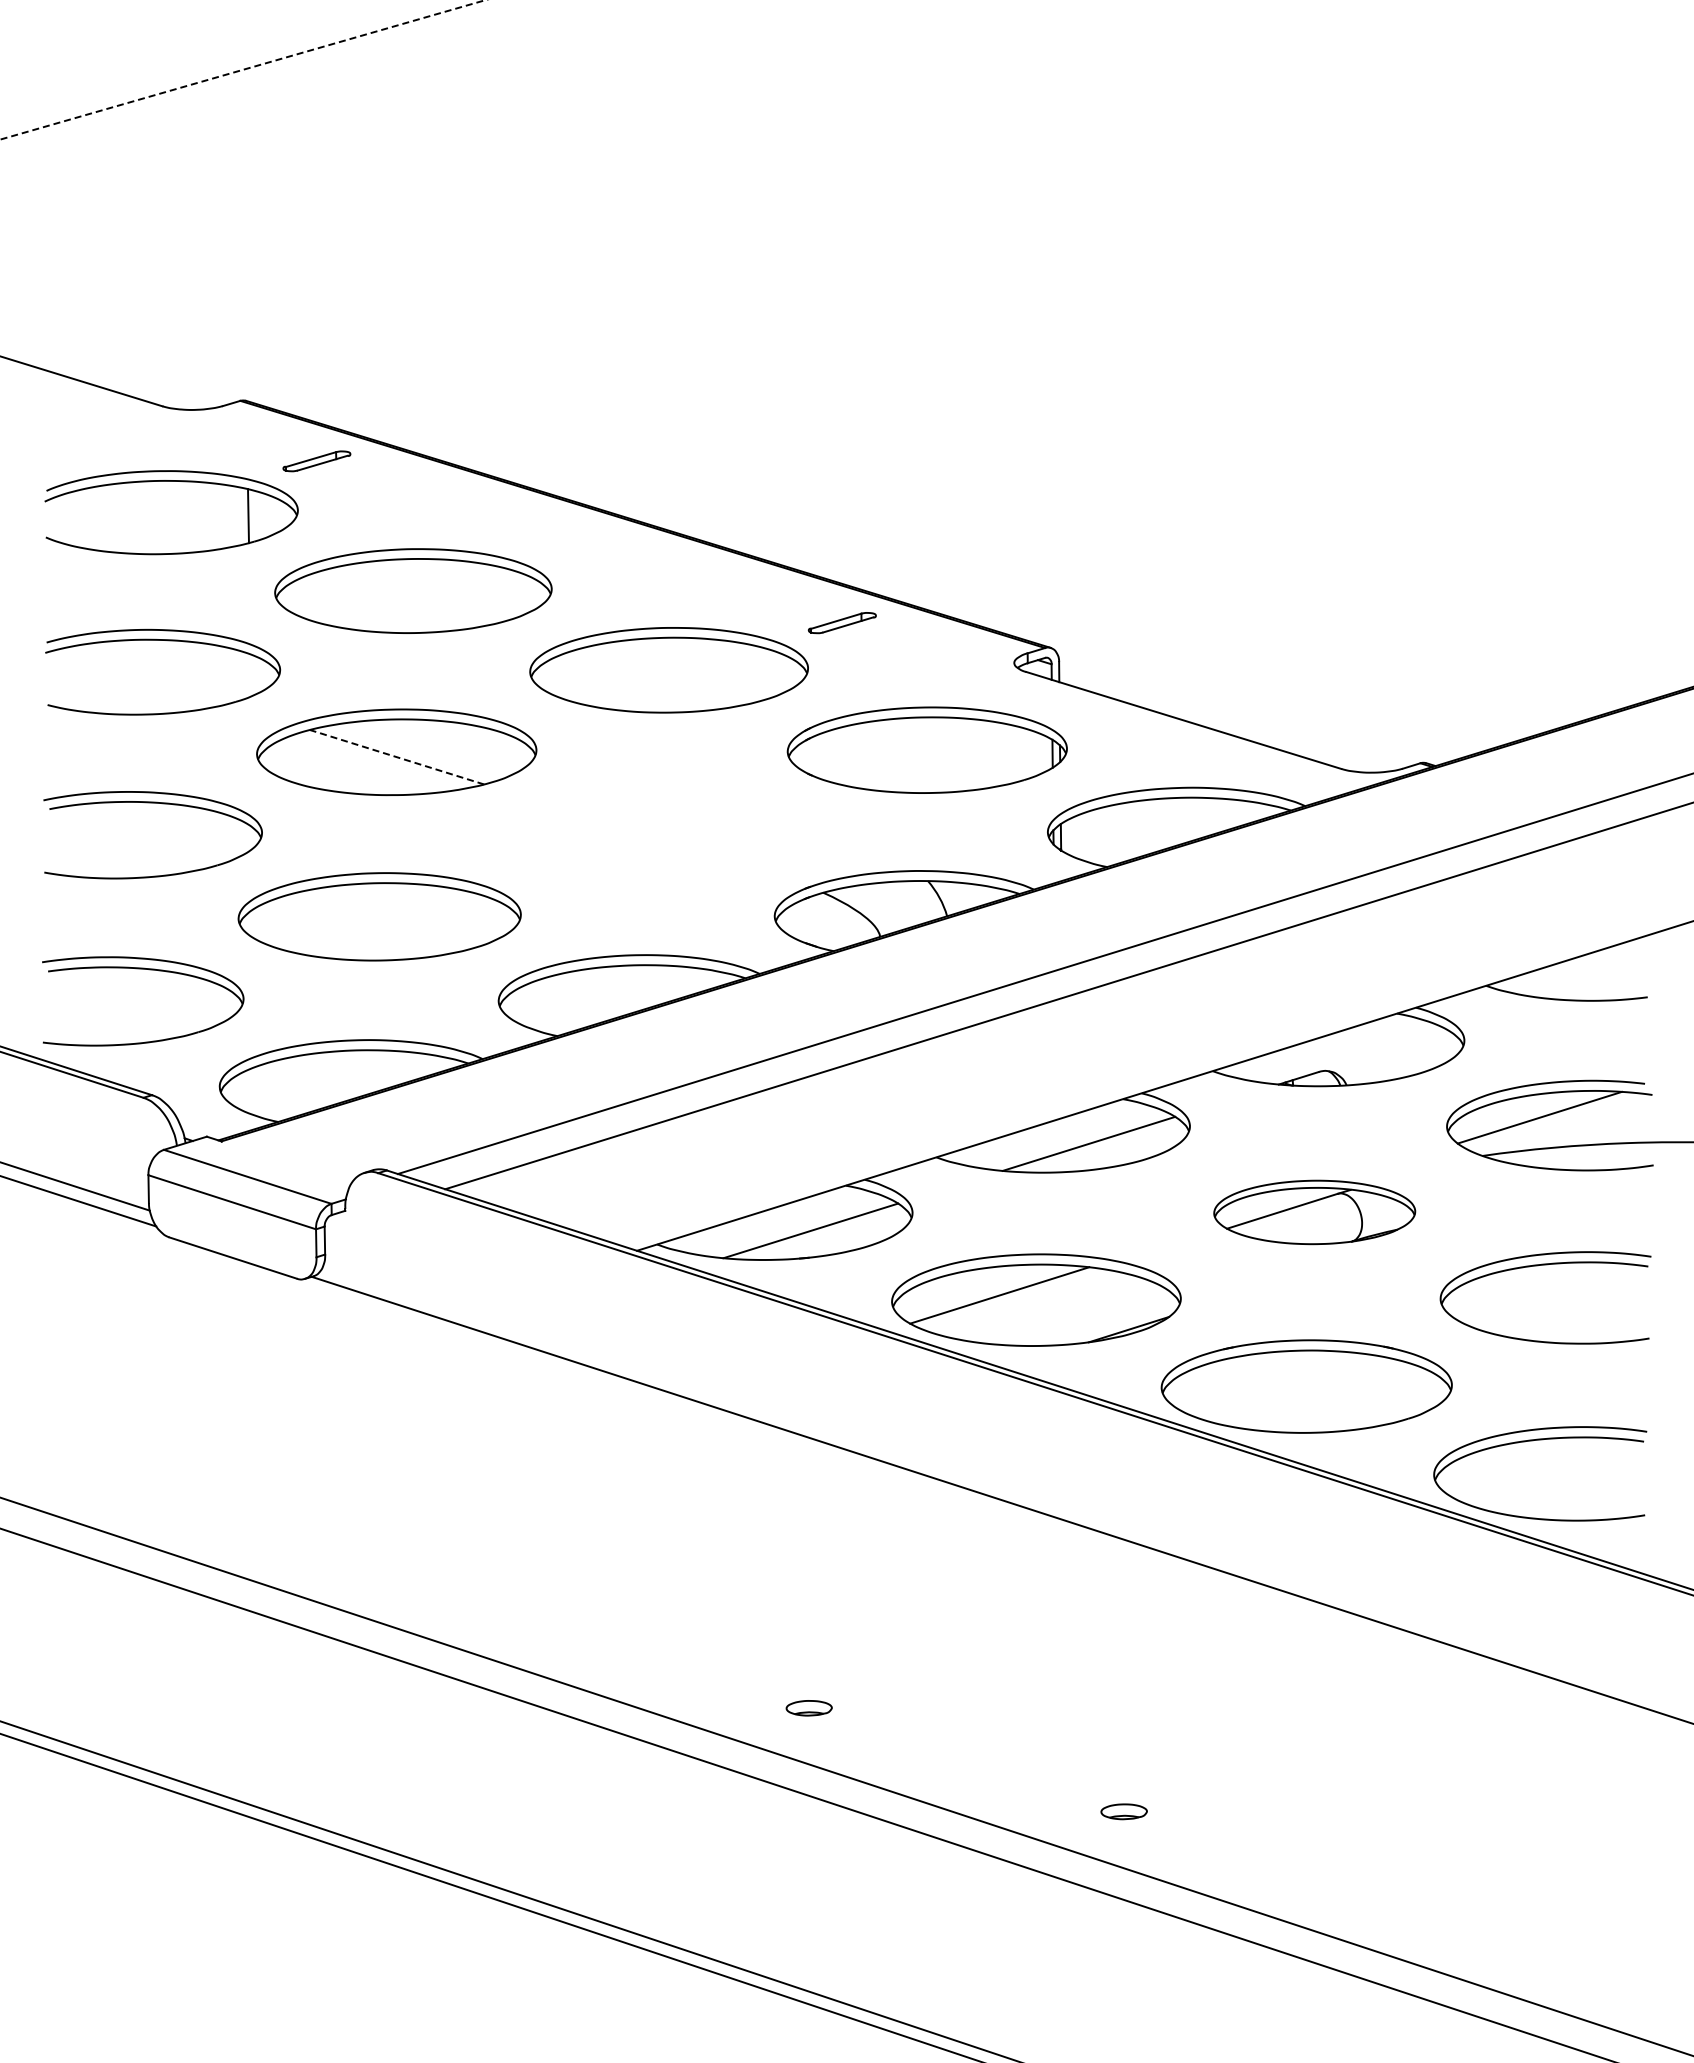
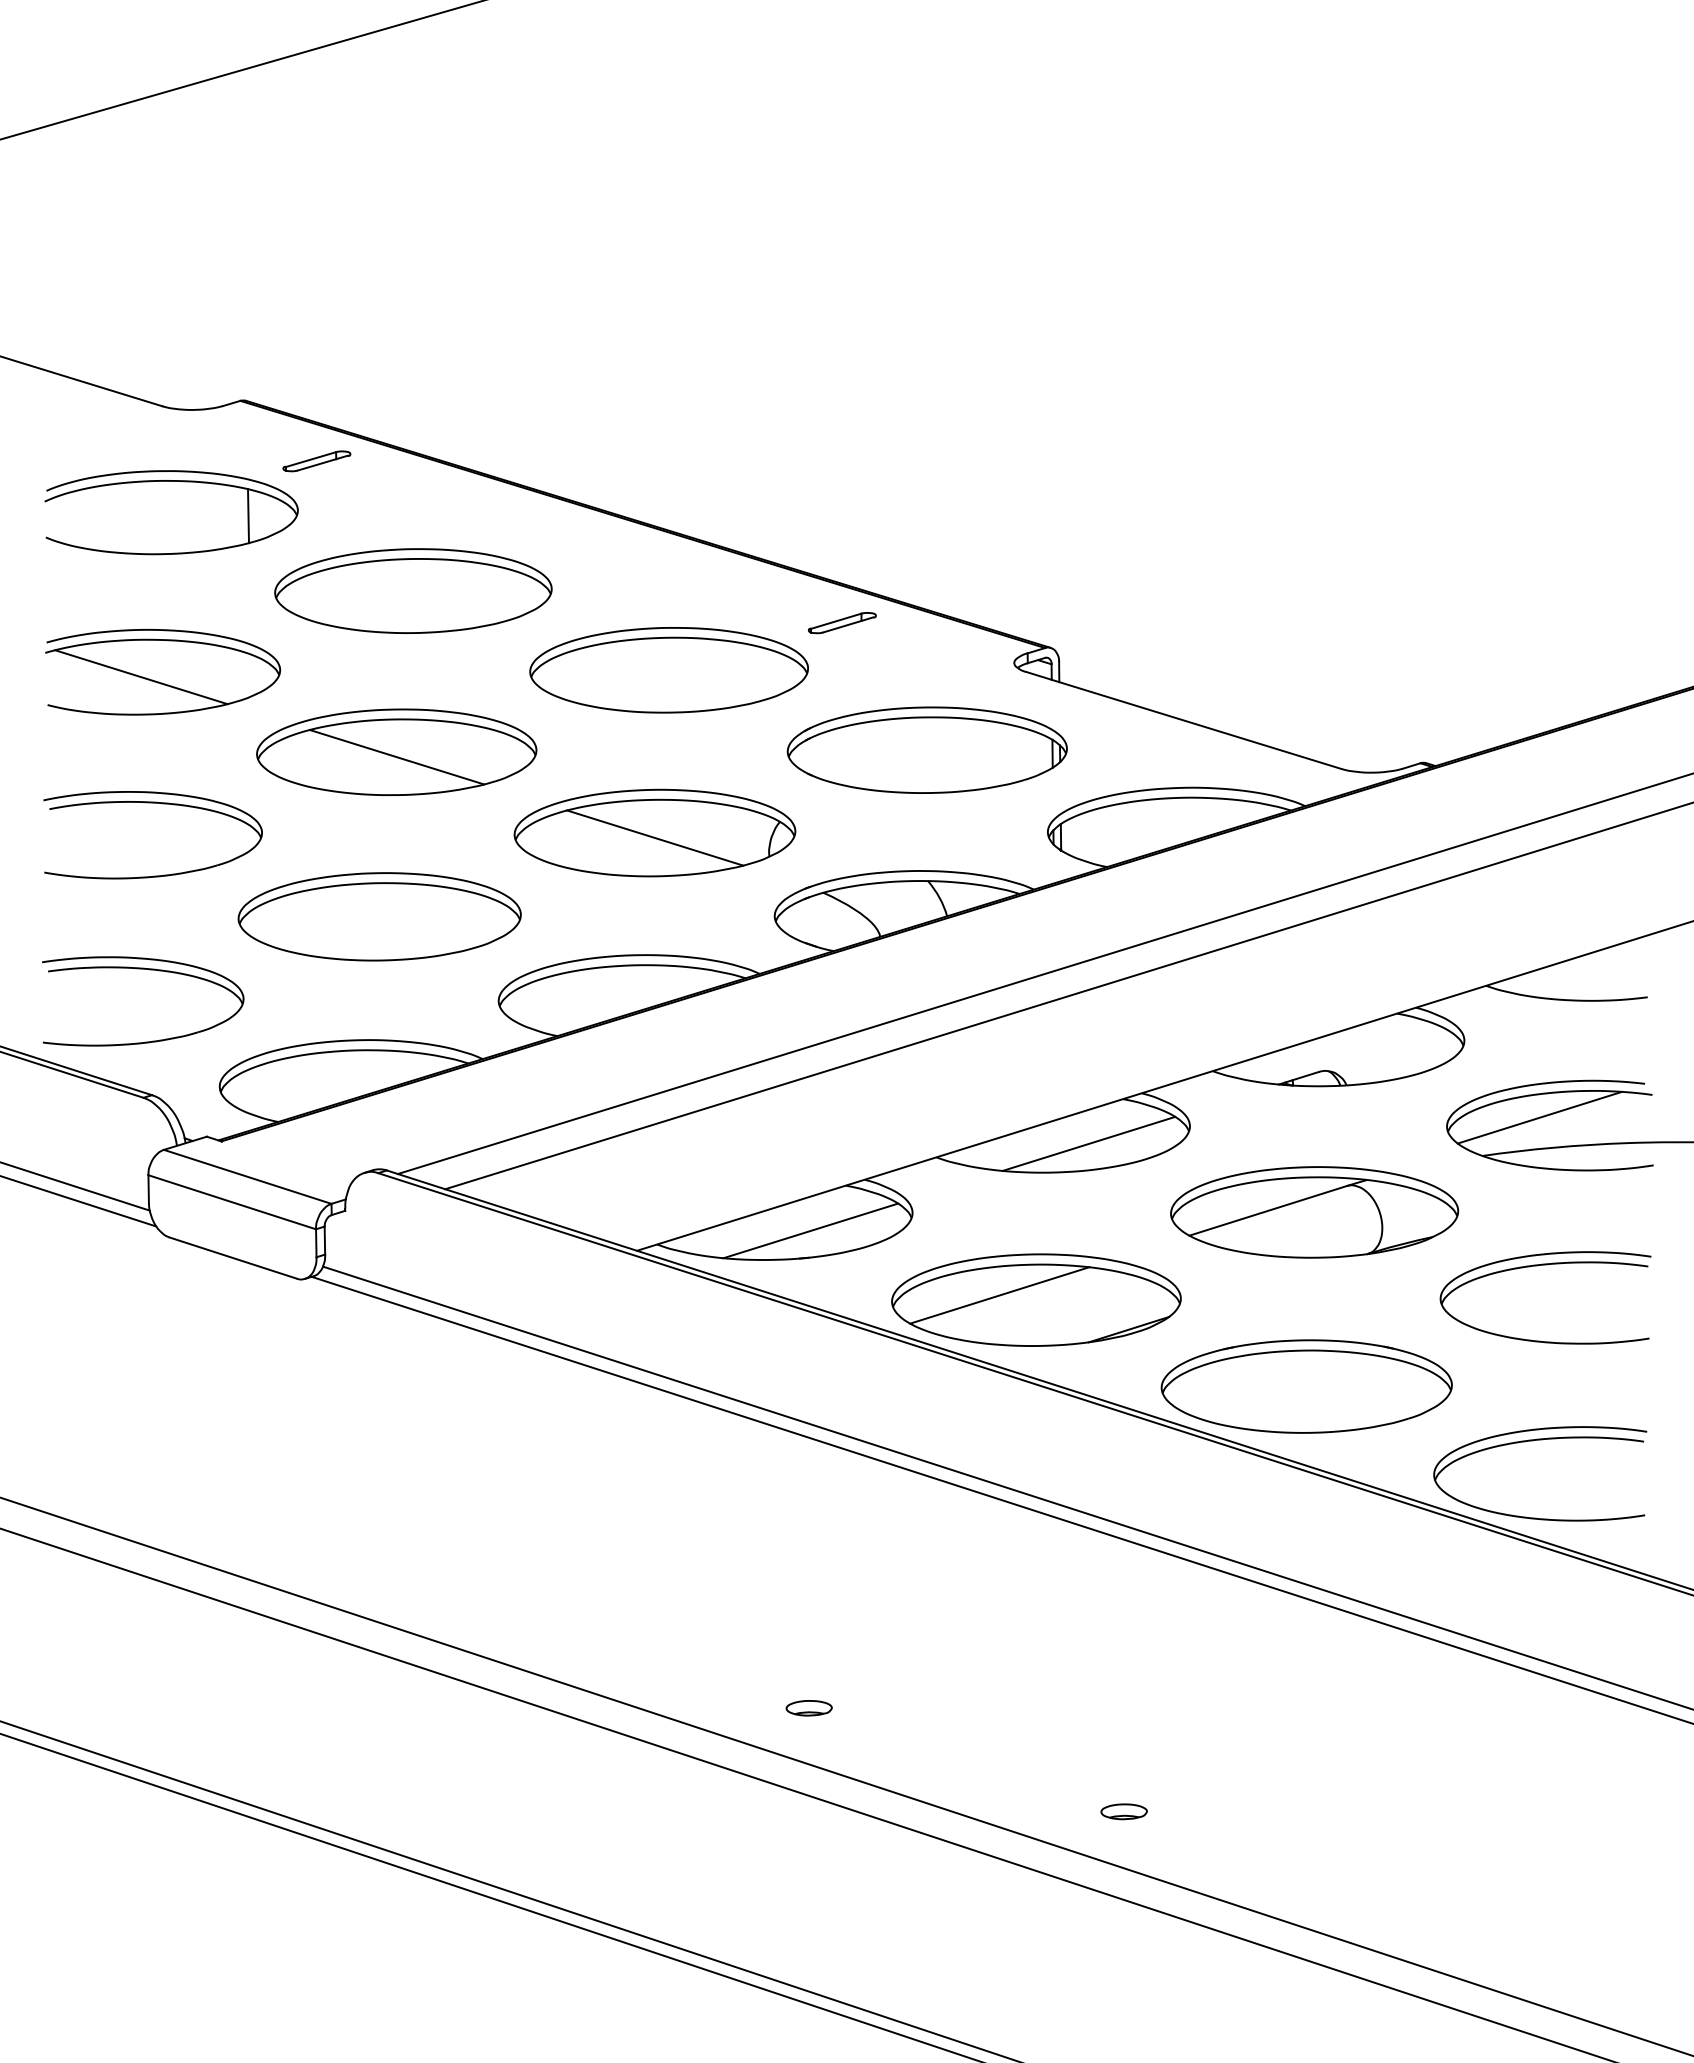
line at (242, 70): dashed -> solid
line at (141, 677): none -> present
line at (396, 757): dashed -> solid
part at (654, 832): none -> present
part at (1314, 1212) size: 204x67 px -> 290x93 px
line at (1006, 1487): none -> present
